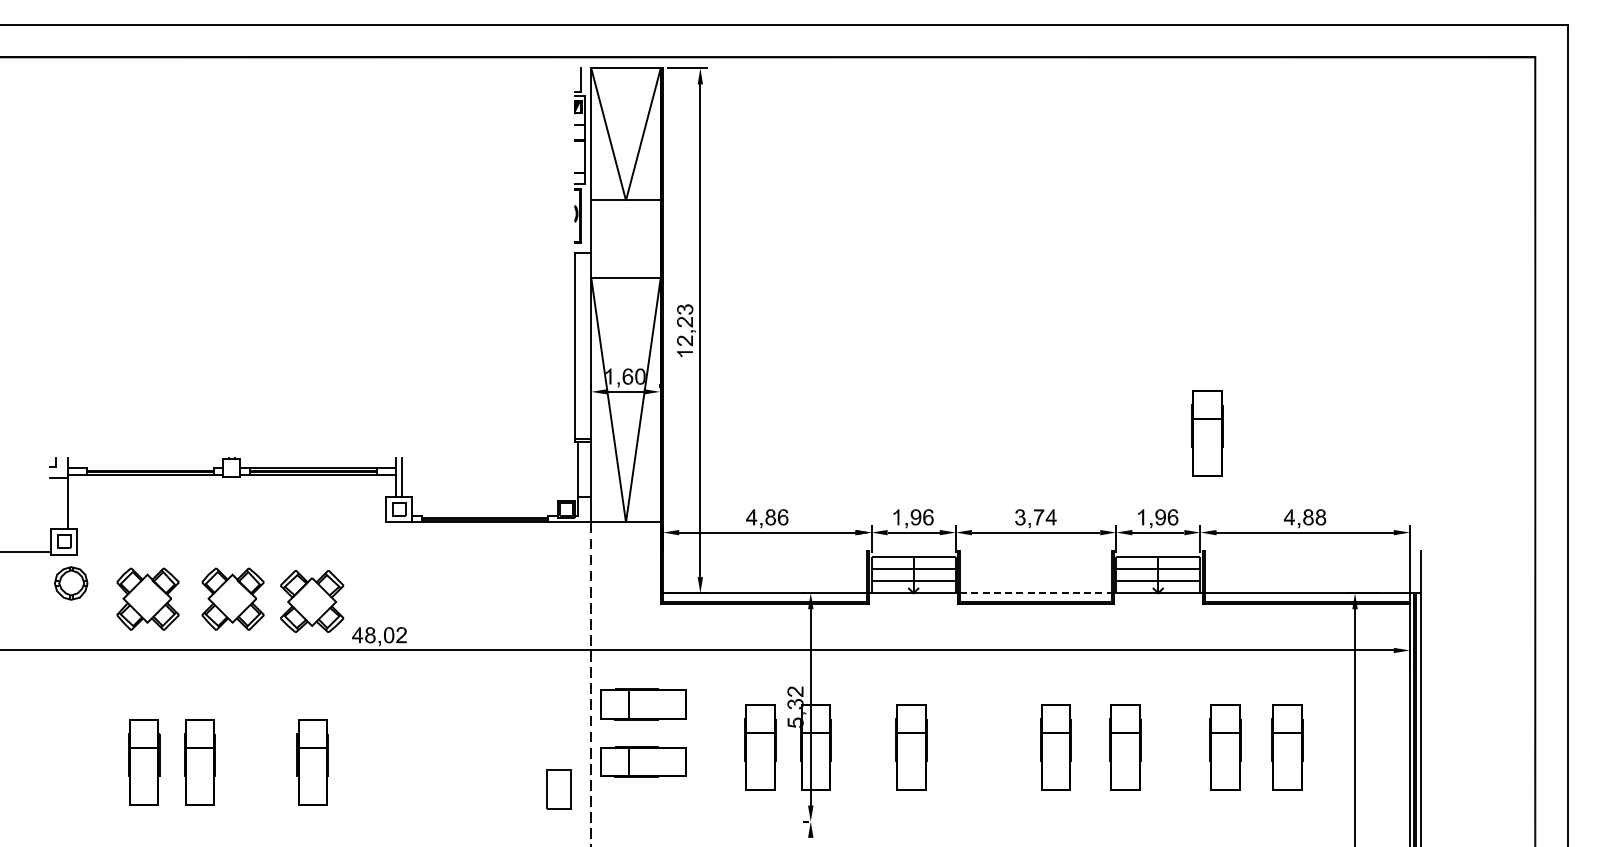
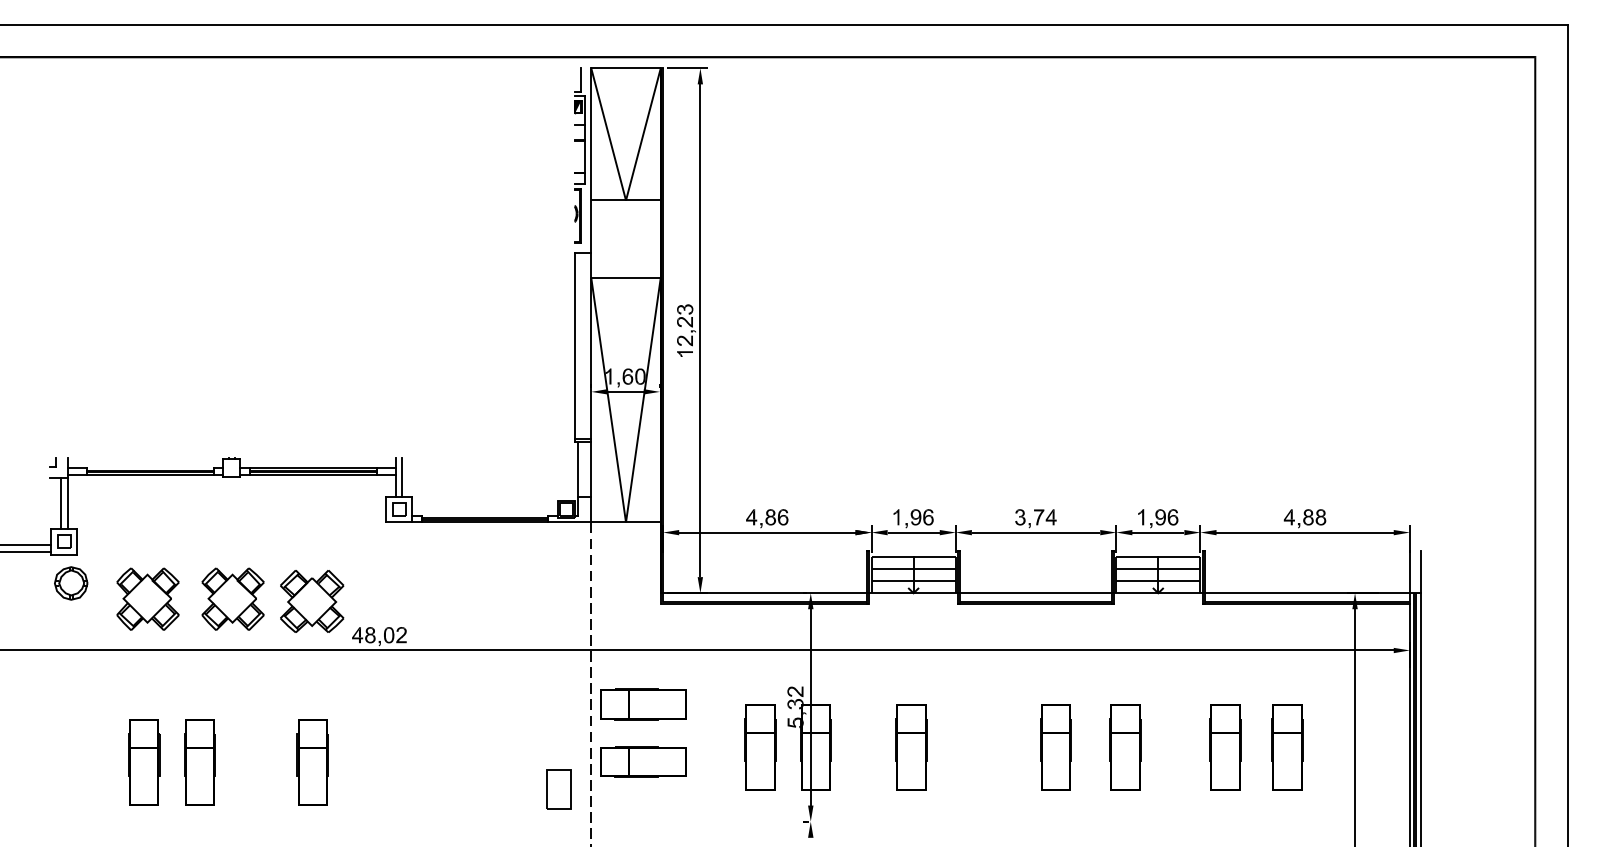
part at (1207, 433): present -> none
line at (61, 502): none -> present
line at (26, 545): none -> present
line at (1035, 593): dashed -> solid
